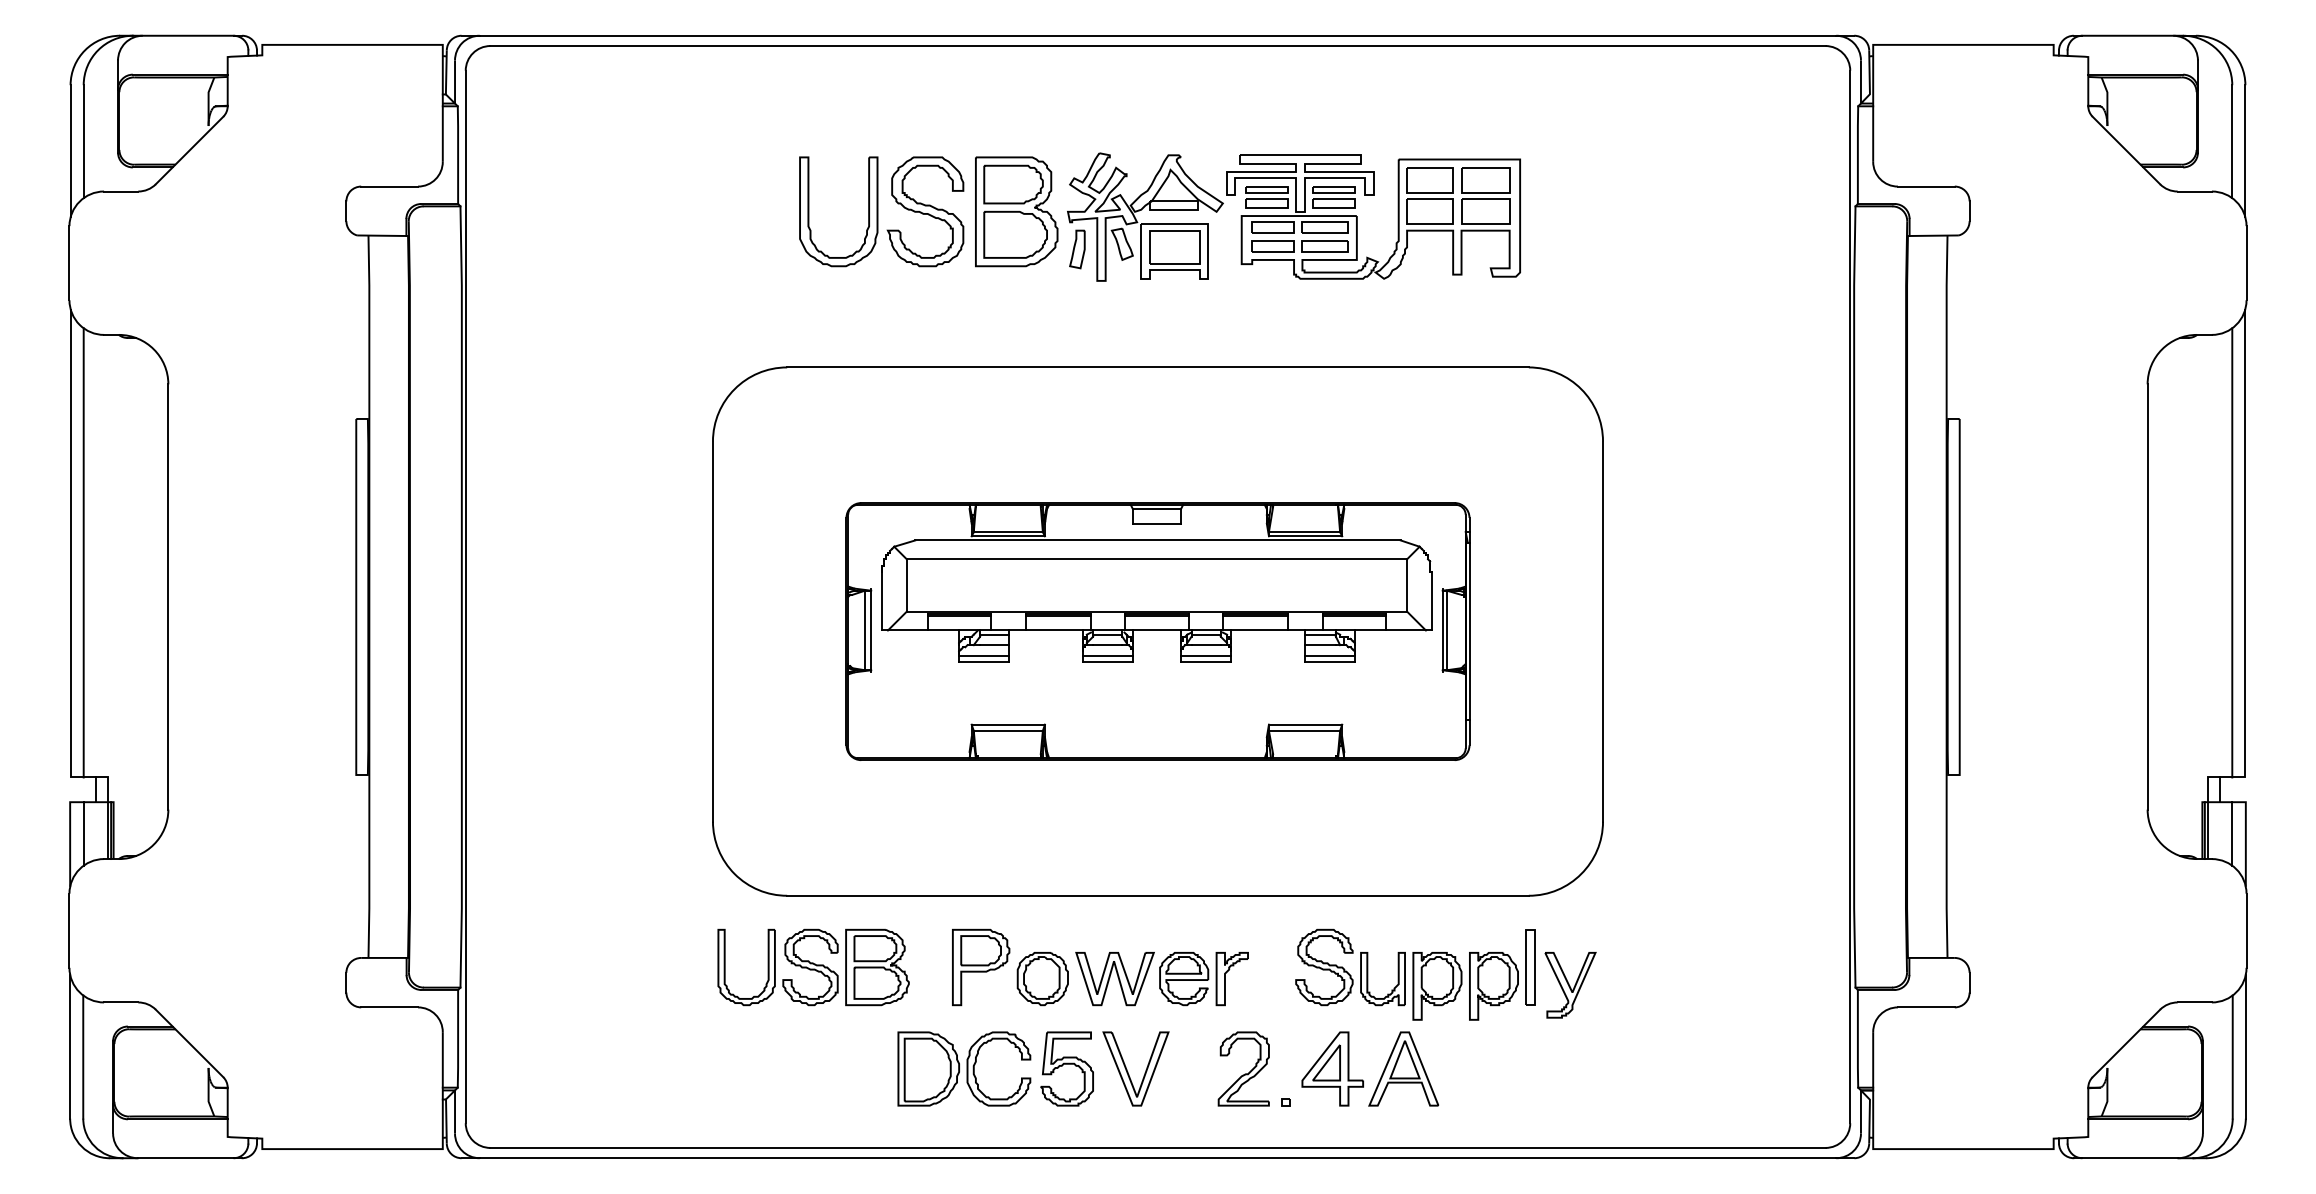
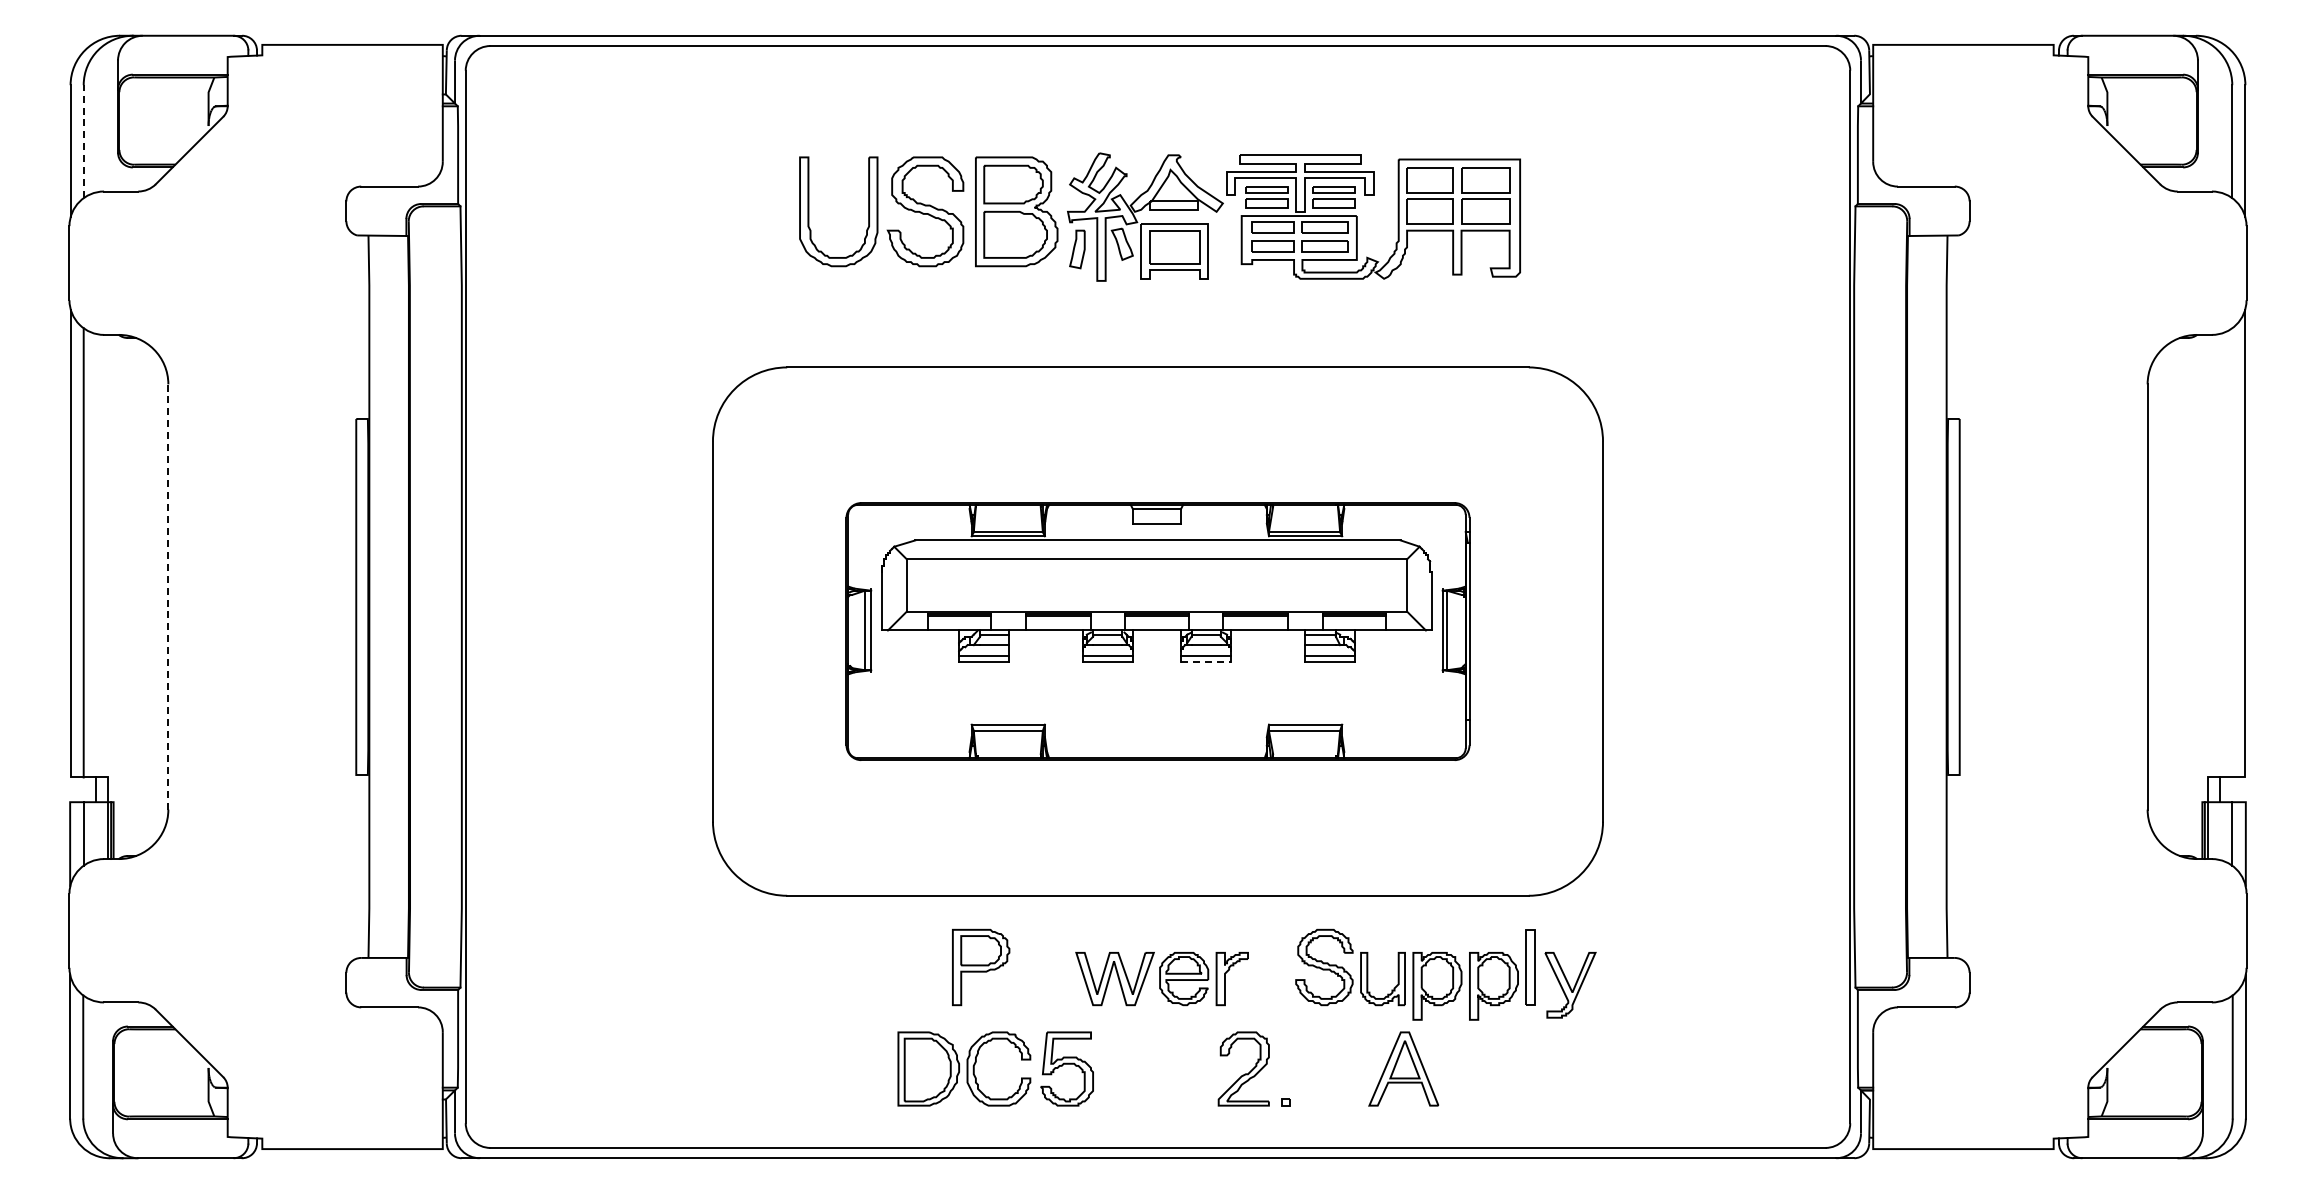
line at (83, 141): solid -> dashed
line at (2232, 552): present -> none
line at (168, 596): solid -> dashed
line at (1206, 661): solid -> dashed
part at (813, 967): present -> none
part at (1042, 979): present -> none
part at (1332, 1068): present -> none
part at (1128, 1071): present -> none
